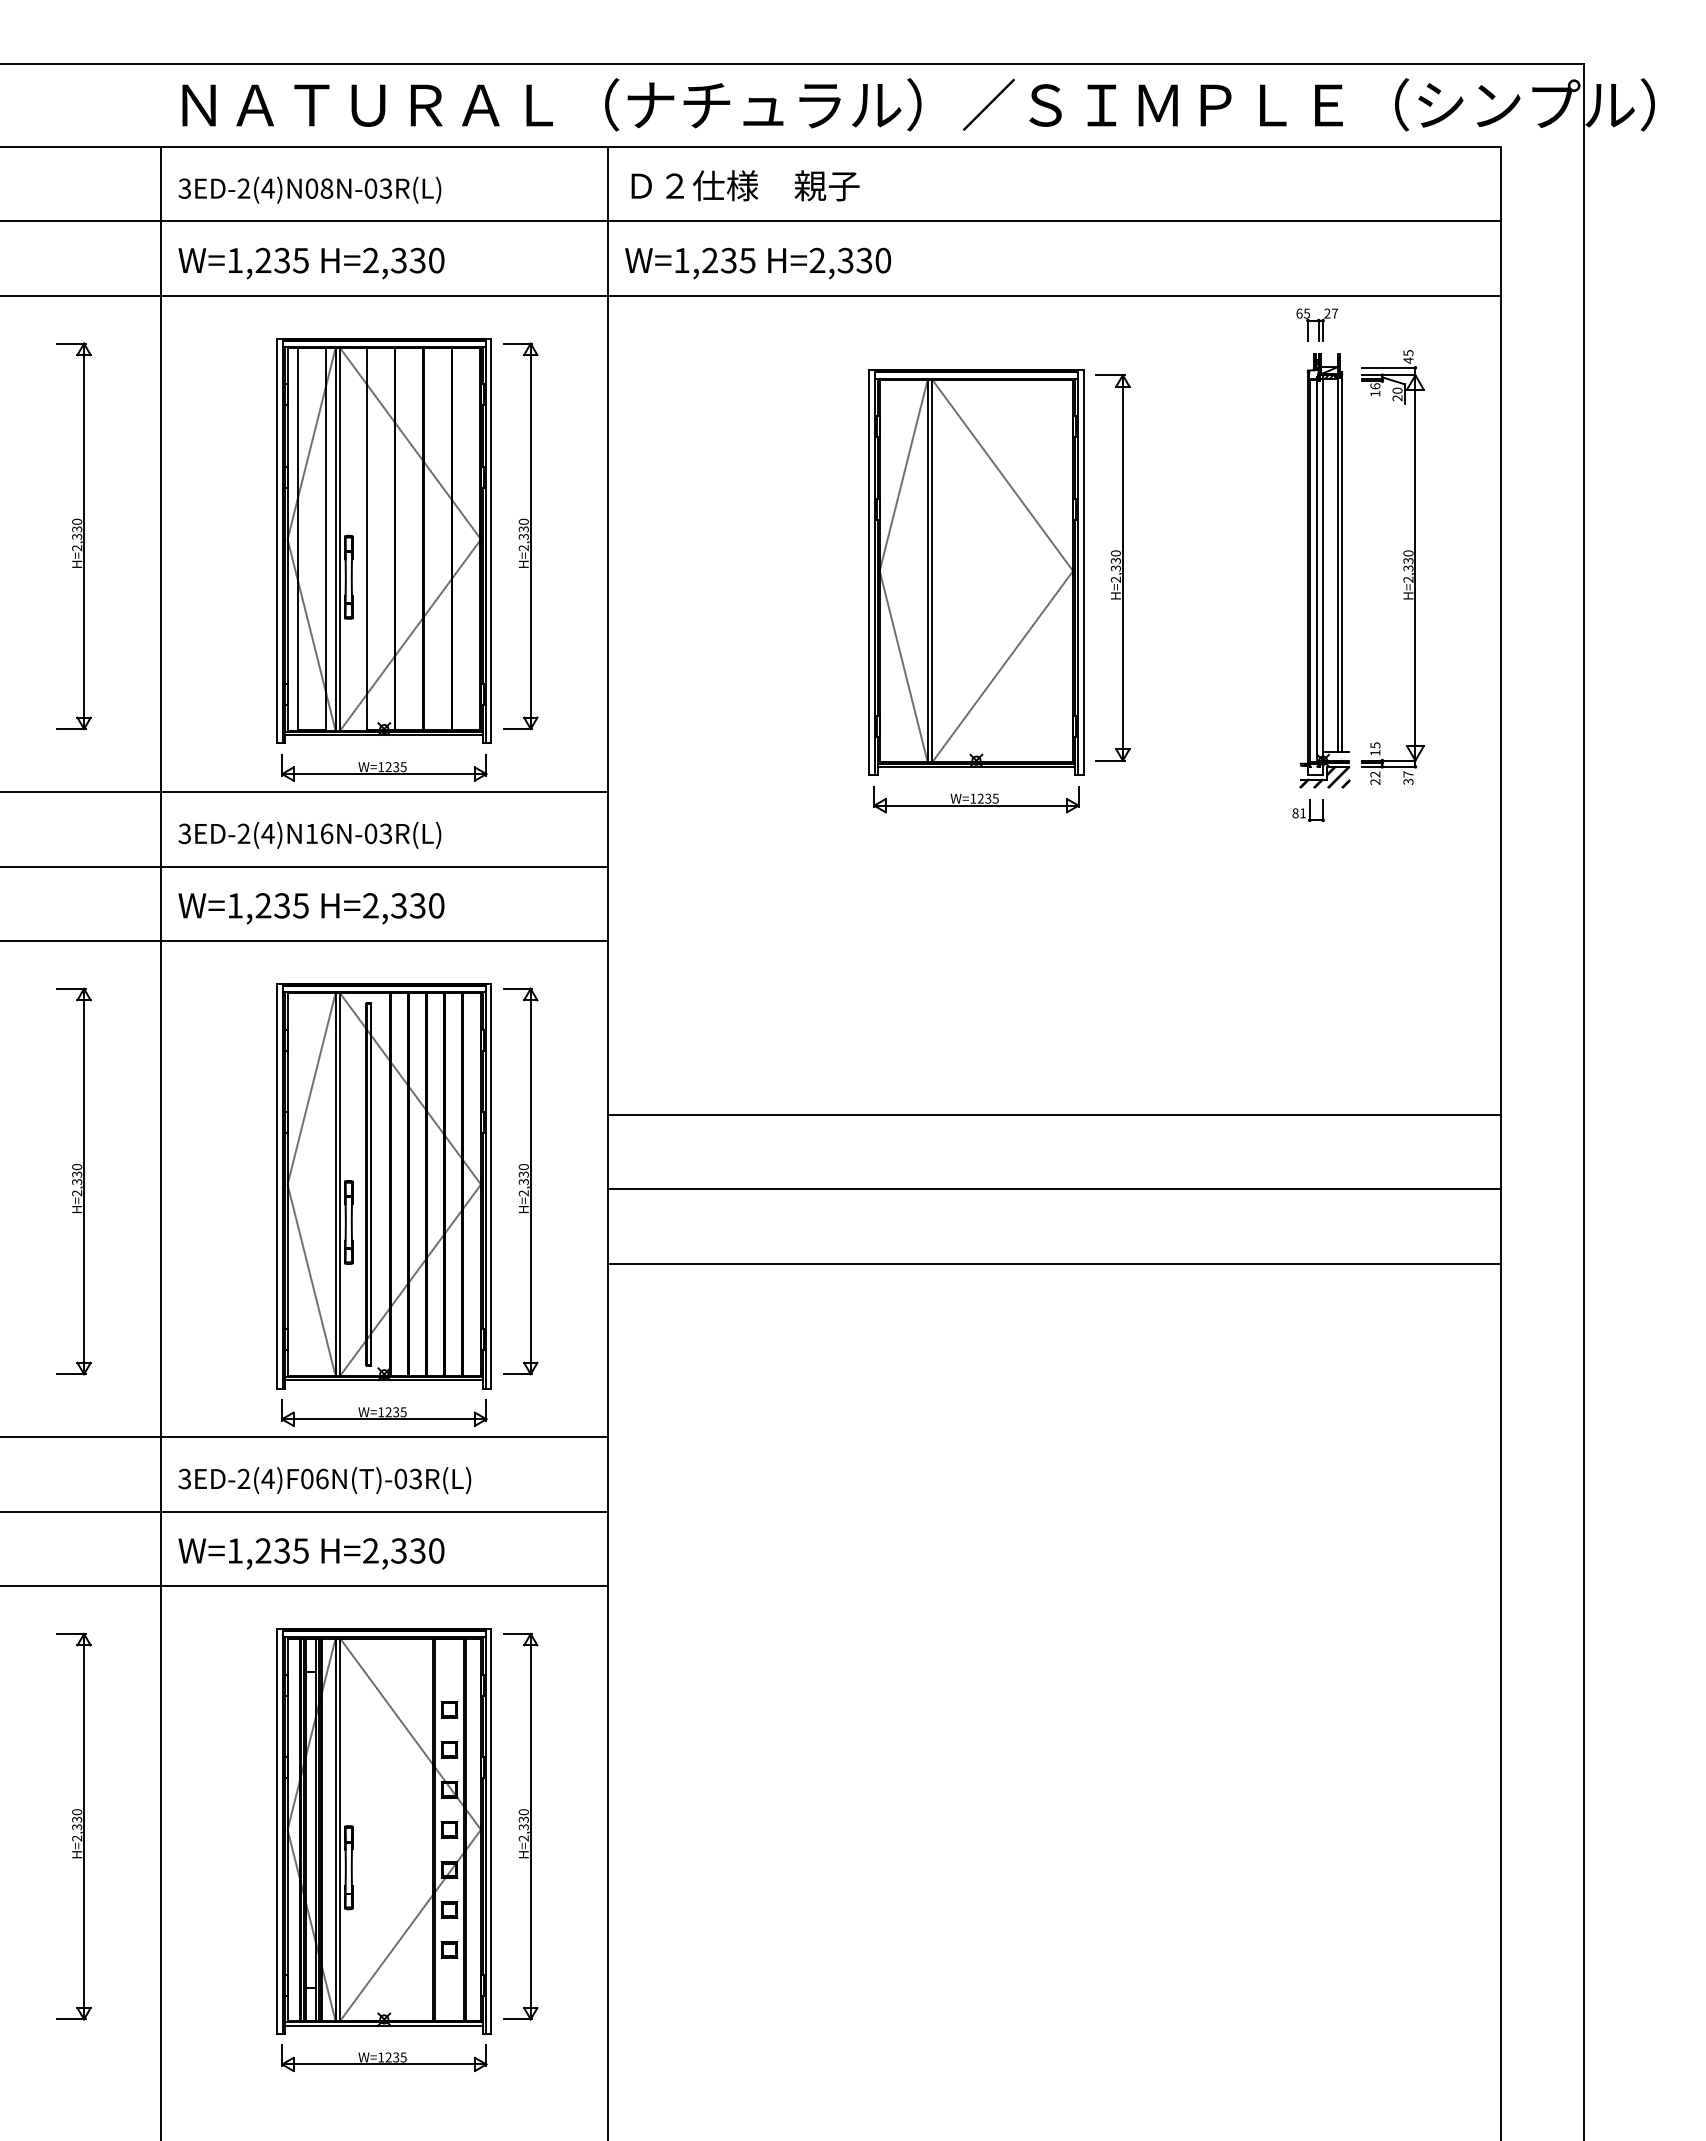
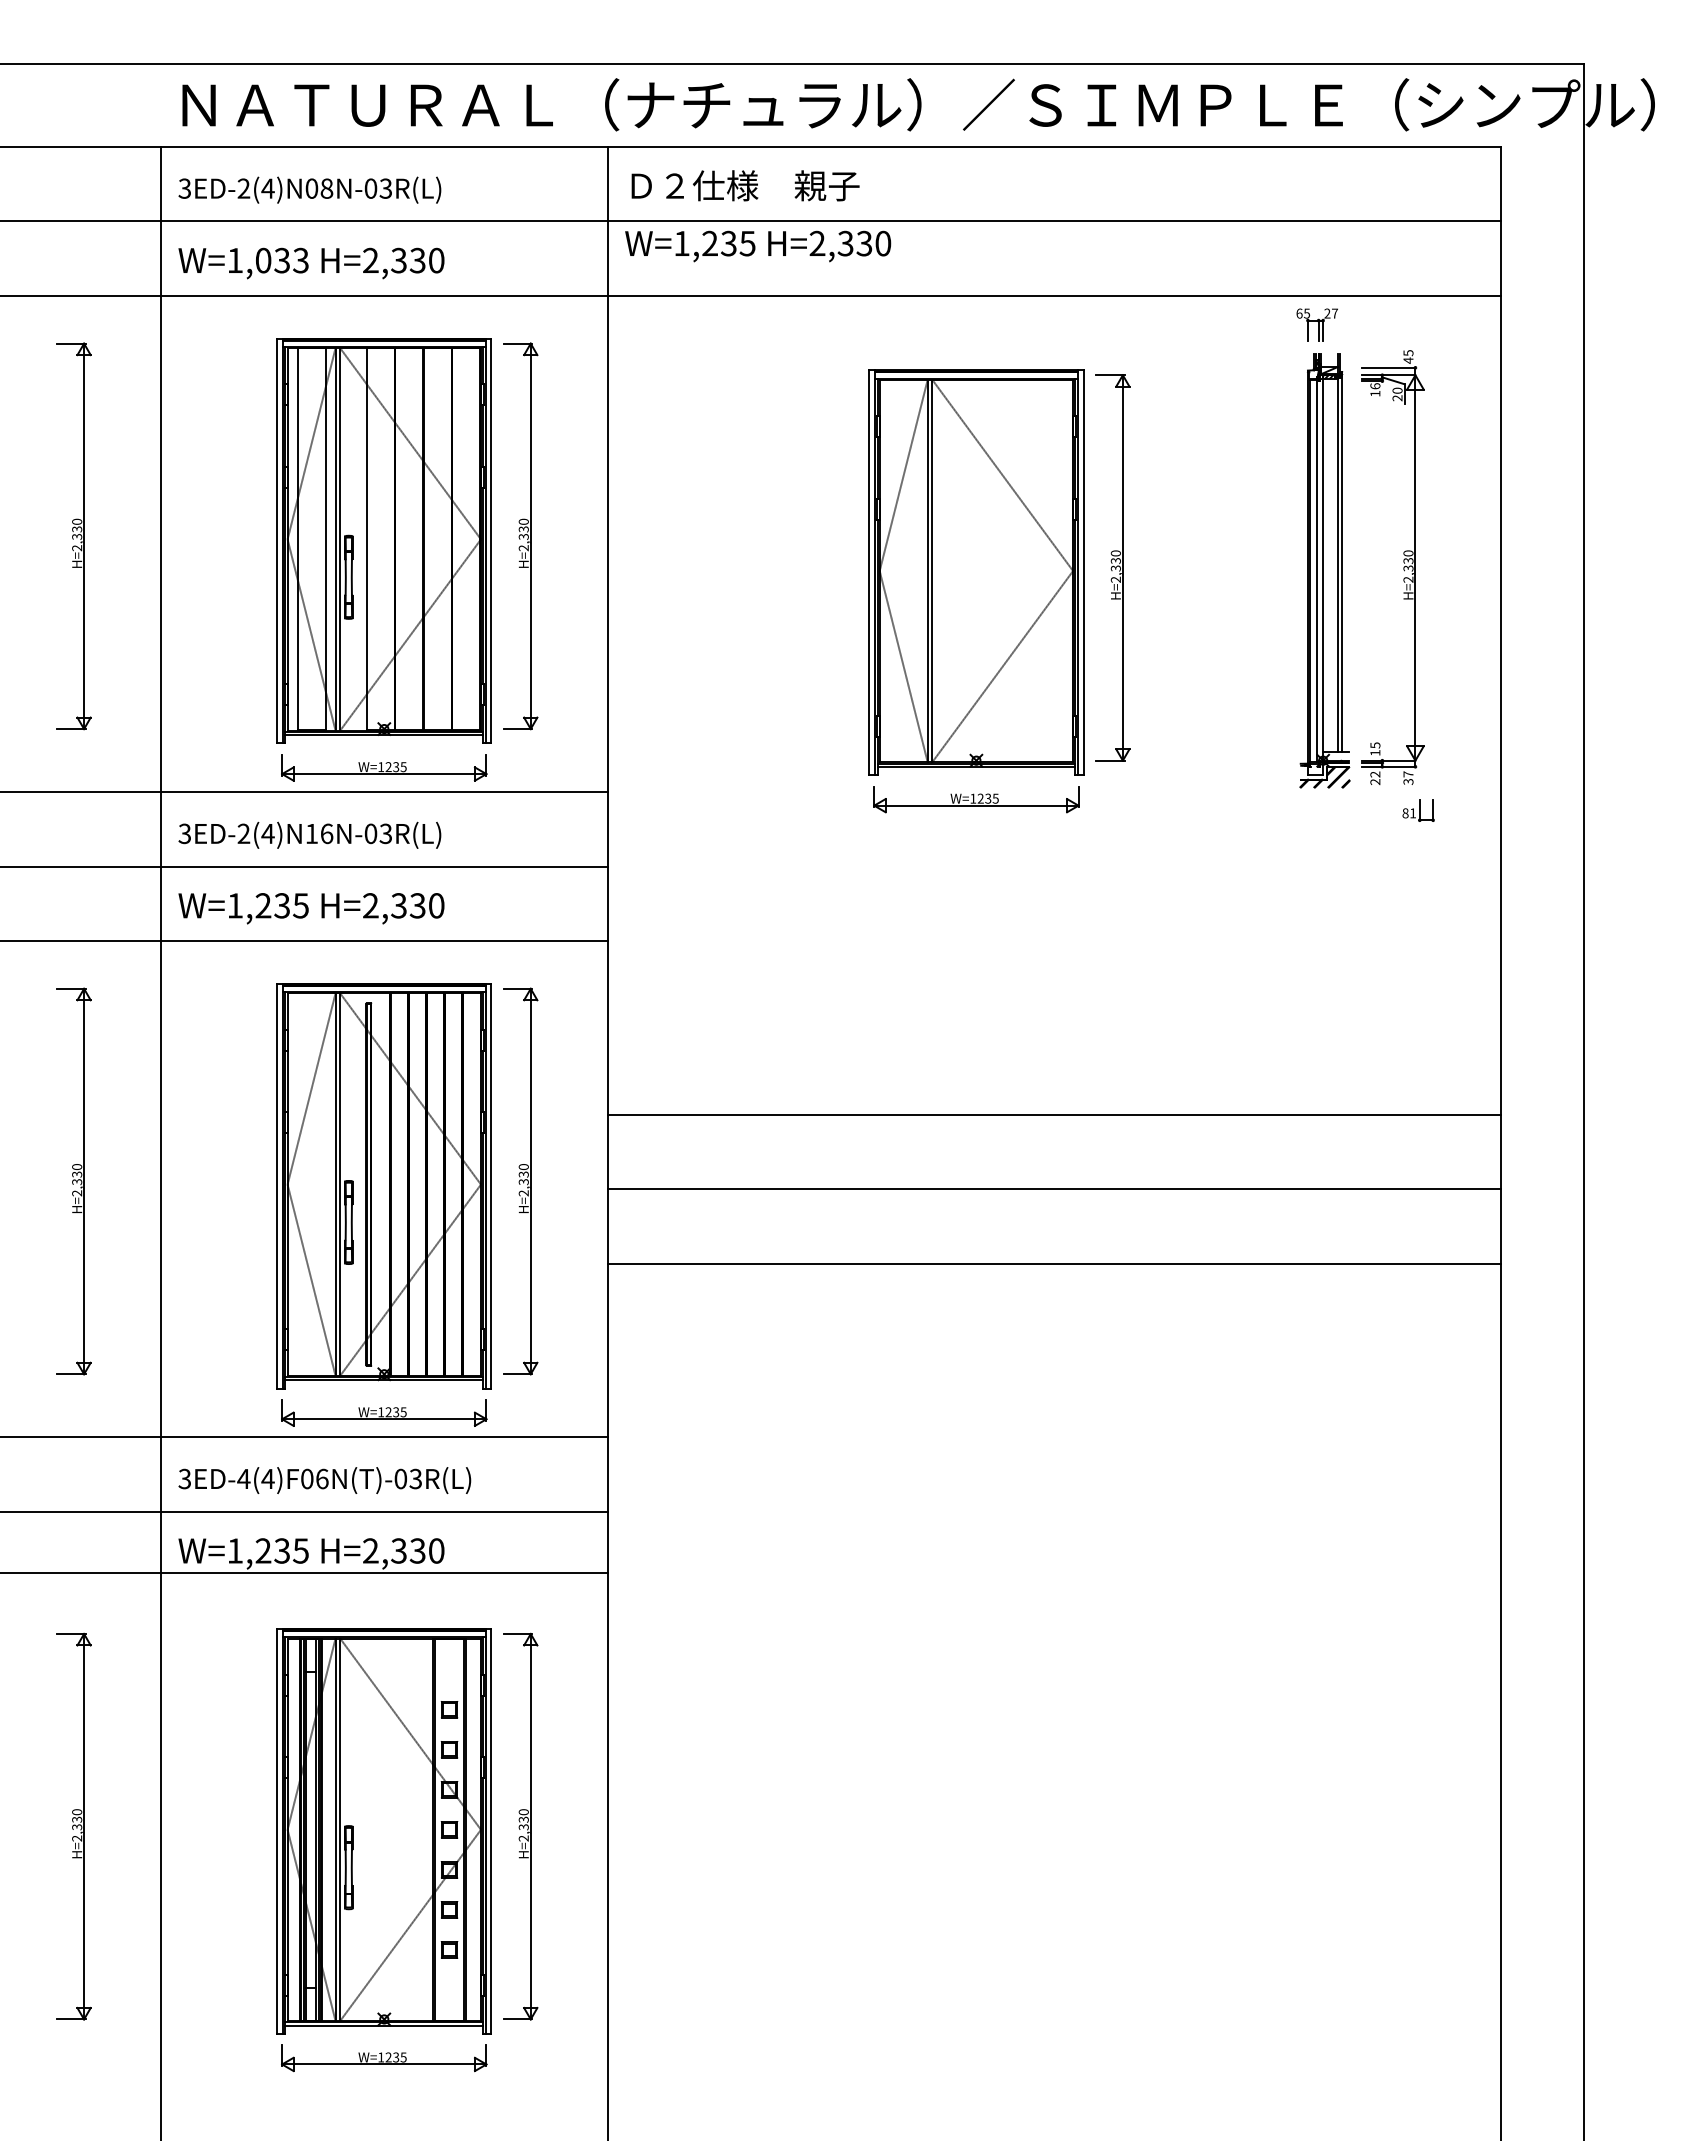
text at (281, 260): W=1,235 -> W=1,033
text at (758, 263) position: (758, 263) -> (758, 246)
part at (1308, 810) position: (1308, 810) -> (1418, 810)
text at (243, 1478): 3ED-2(4)F06N(T)-03R(L) -> 3ED-4(4)F06N(T)-03R(L)
line at (304, 1586) position: (304, 1586) -> (304, 1573)
